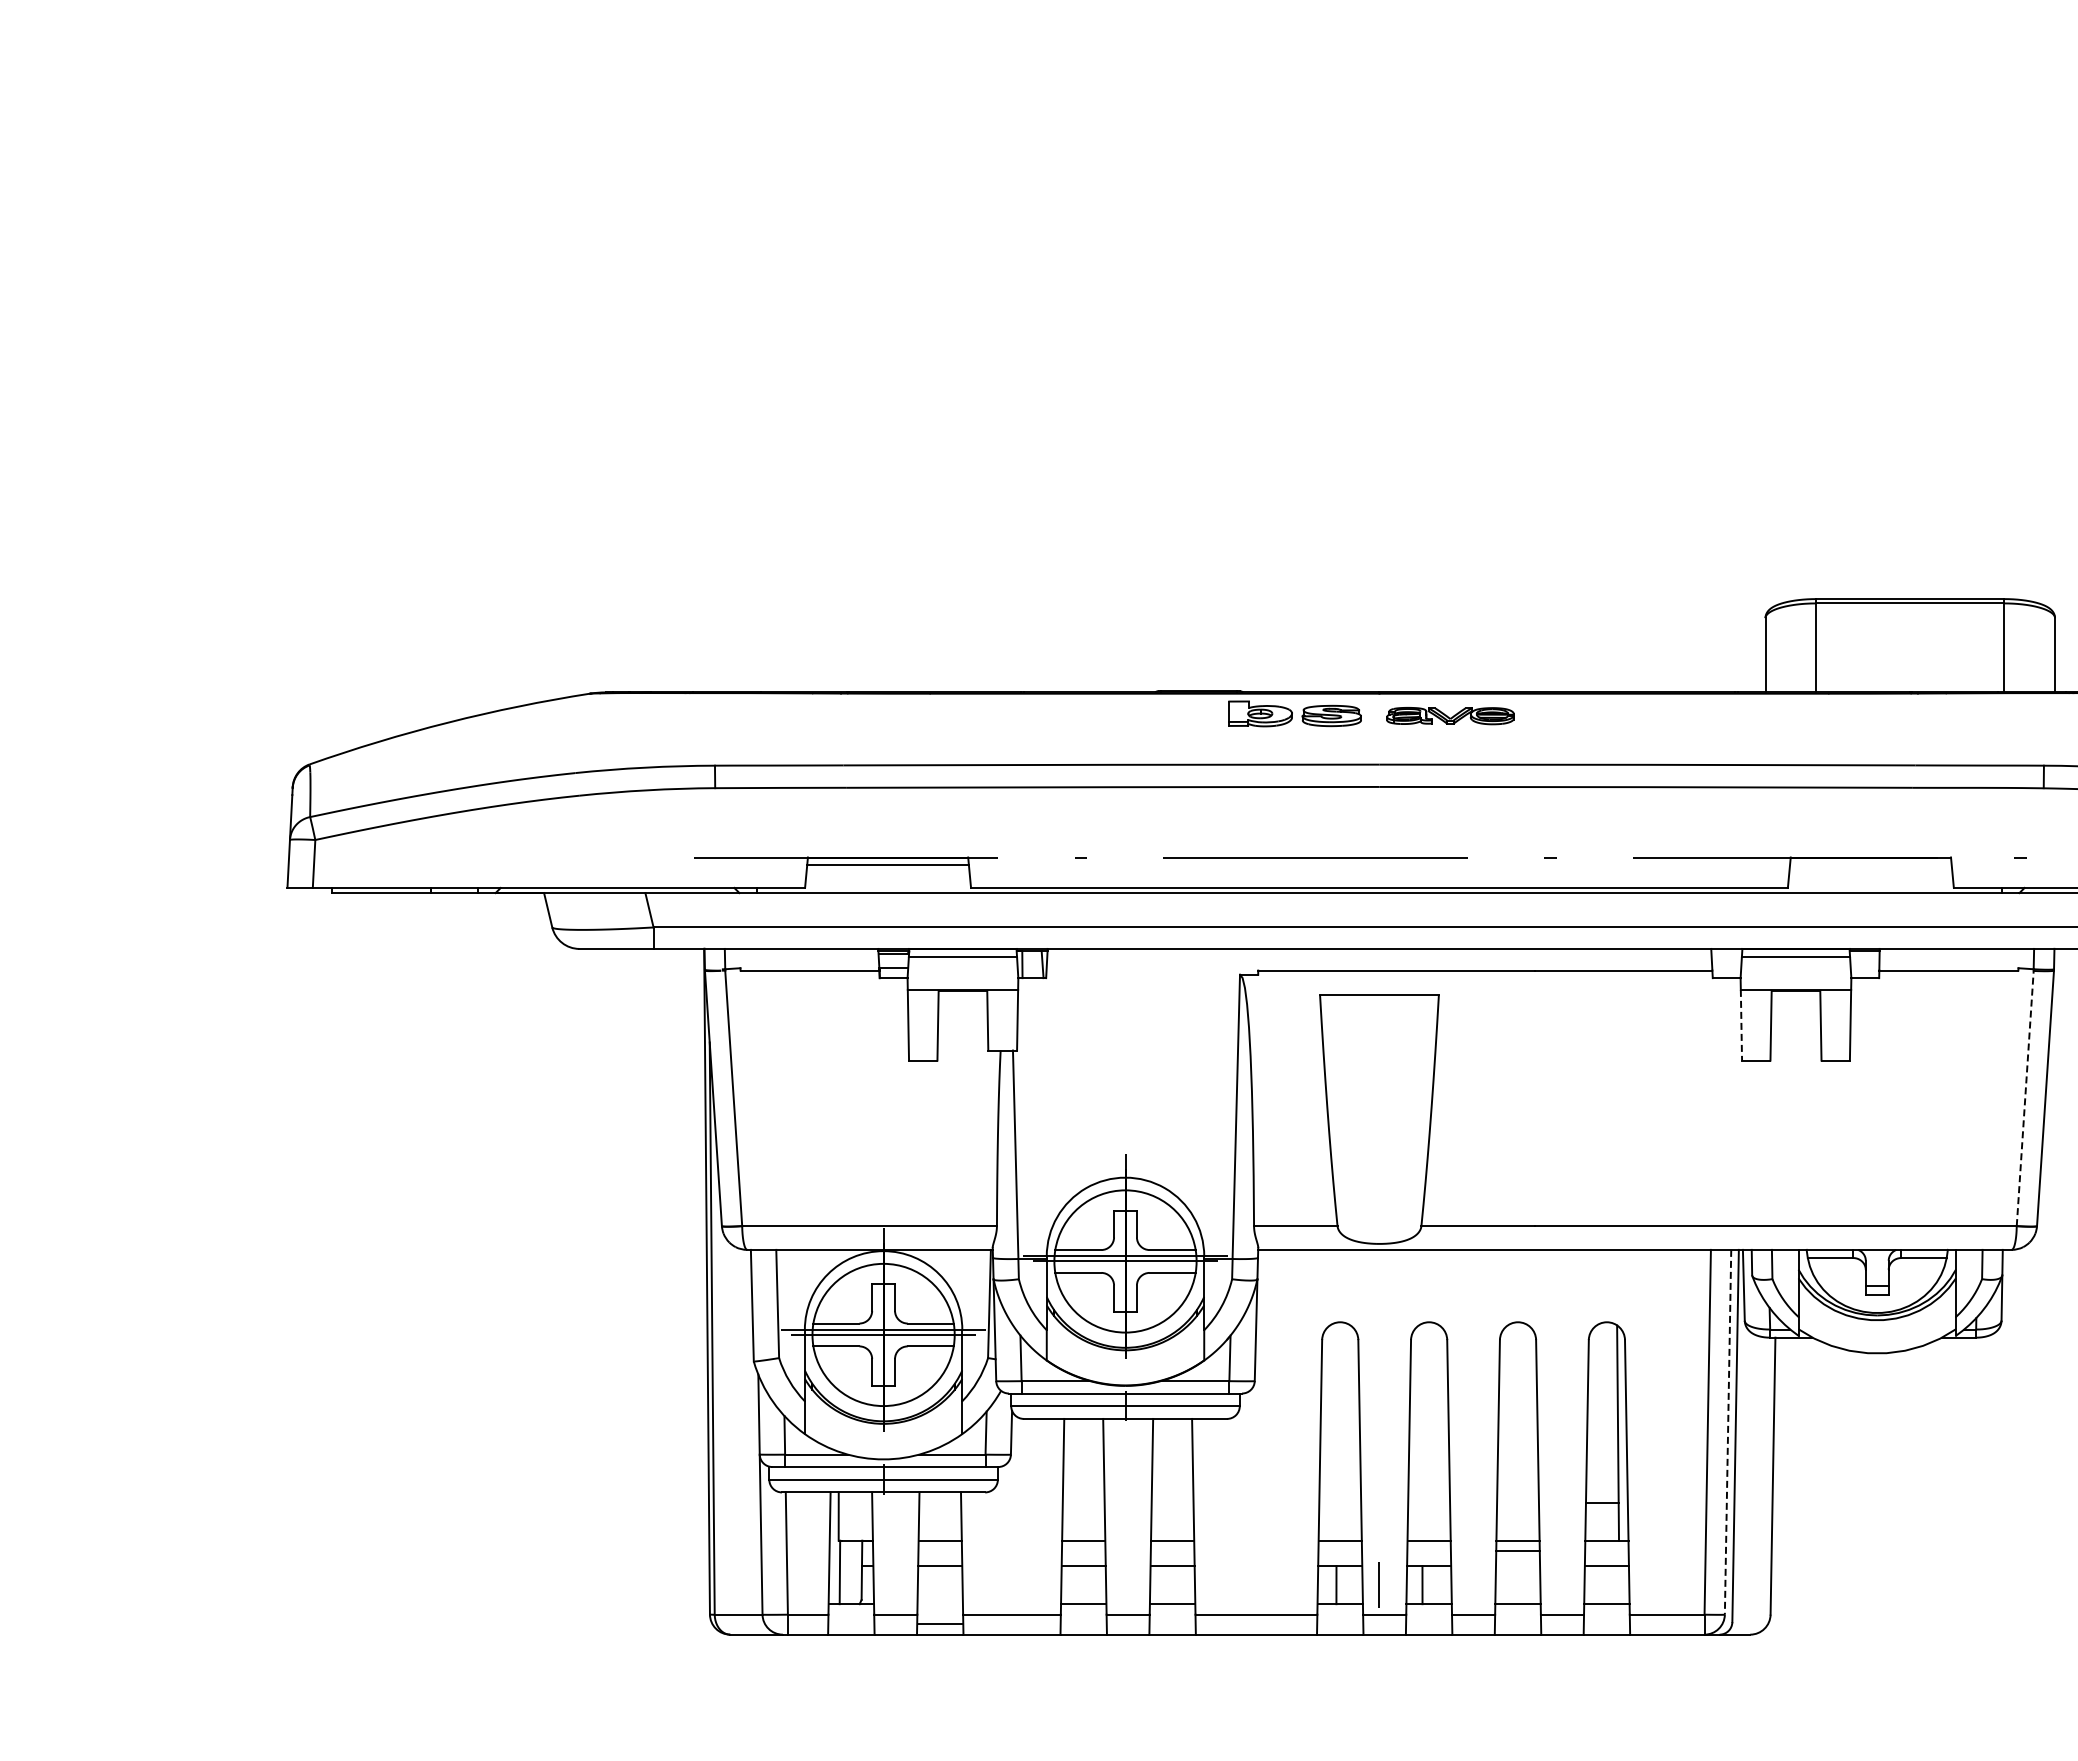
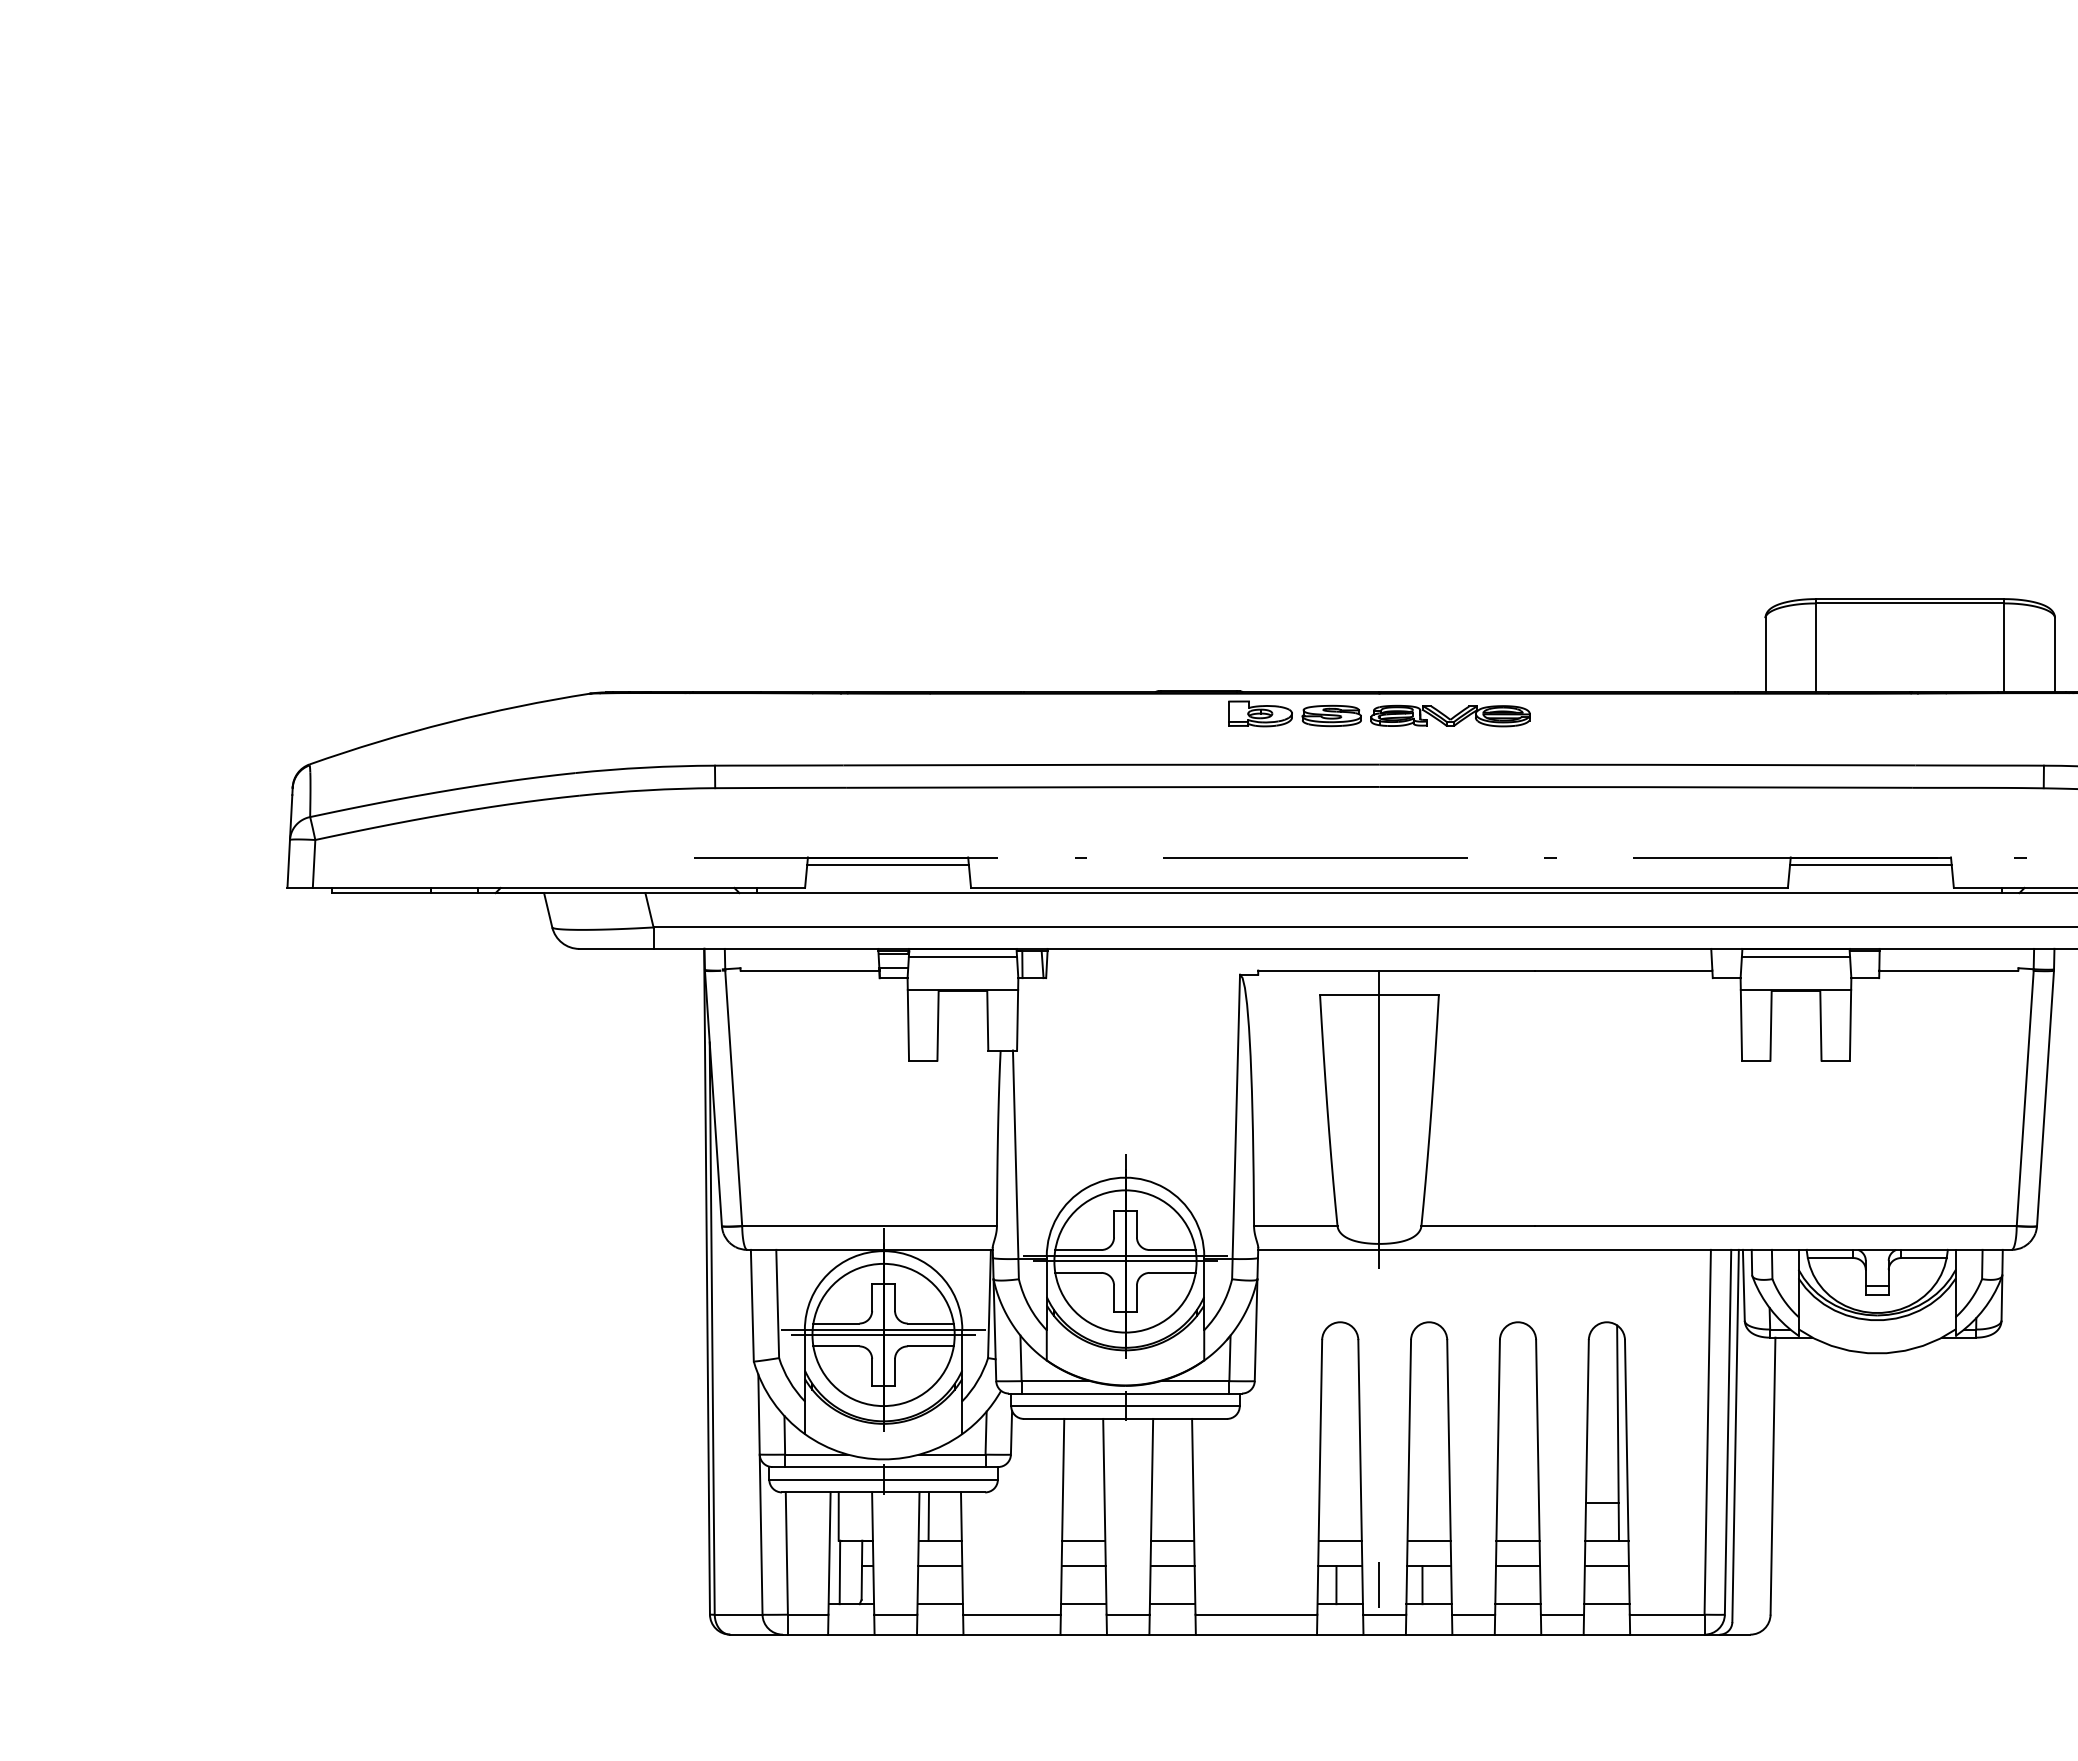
part at (1450, 716) size: 129x19 px -> 161x24 px
line at (1870, 865): none -> present
line at (1741, 1025): dashed -> solid
line at (2025, 1097): dashed -> solid
line at (1379, 1119): none -> present
line at (1728, 1432): dashed -> solid
line at (928, 1516): none -> present
line at (1517, 1551) position: (1517, 1551) -> (1517, 1566)
line at (939, 1624) position: (939, 1624) -> (939, 1604)
